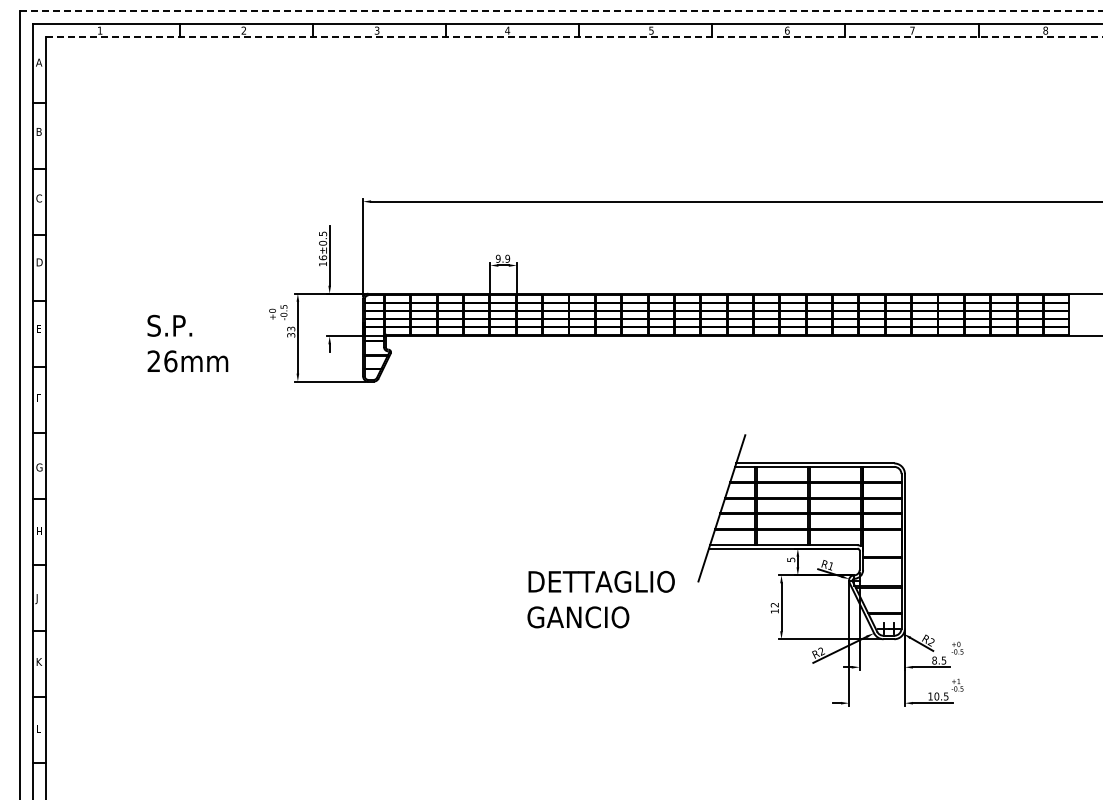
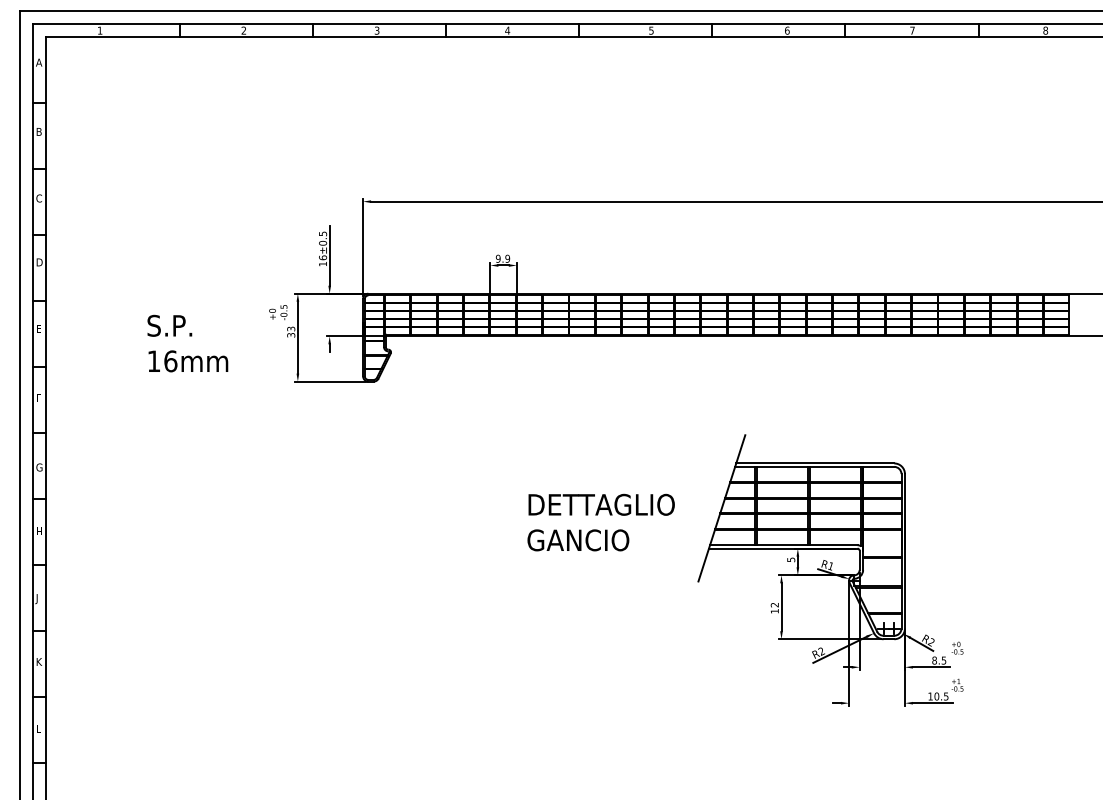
line at (561, 10): dashed -> solid
line at (575, 37): dashed -> solid
text at (153, 360): 26mm -> 16mm
text at (600, 599) position: (600, 599) -> (600, 522)
